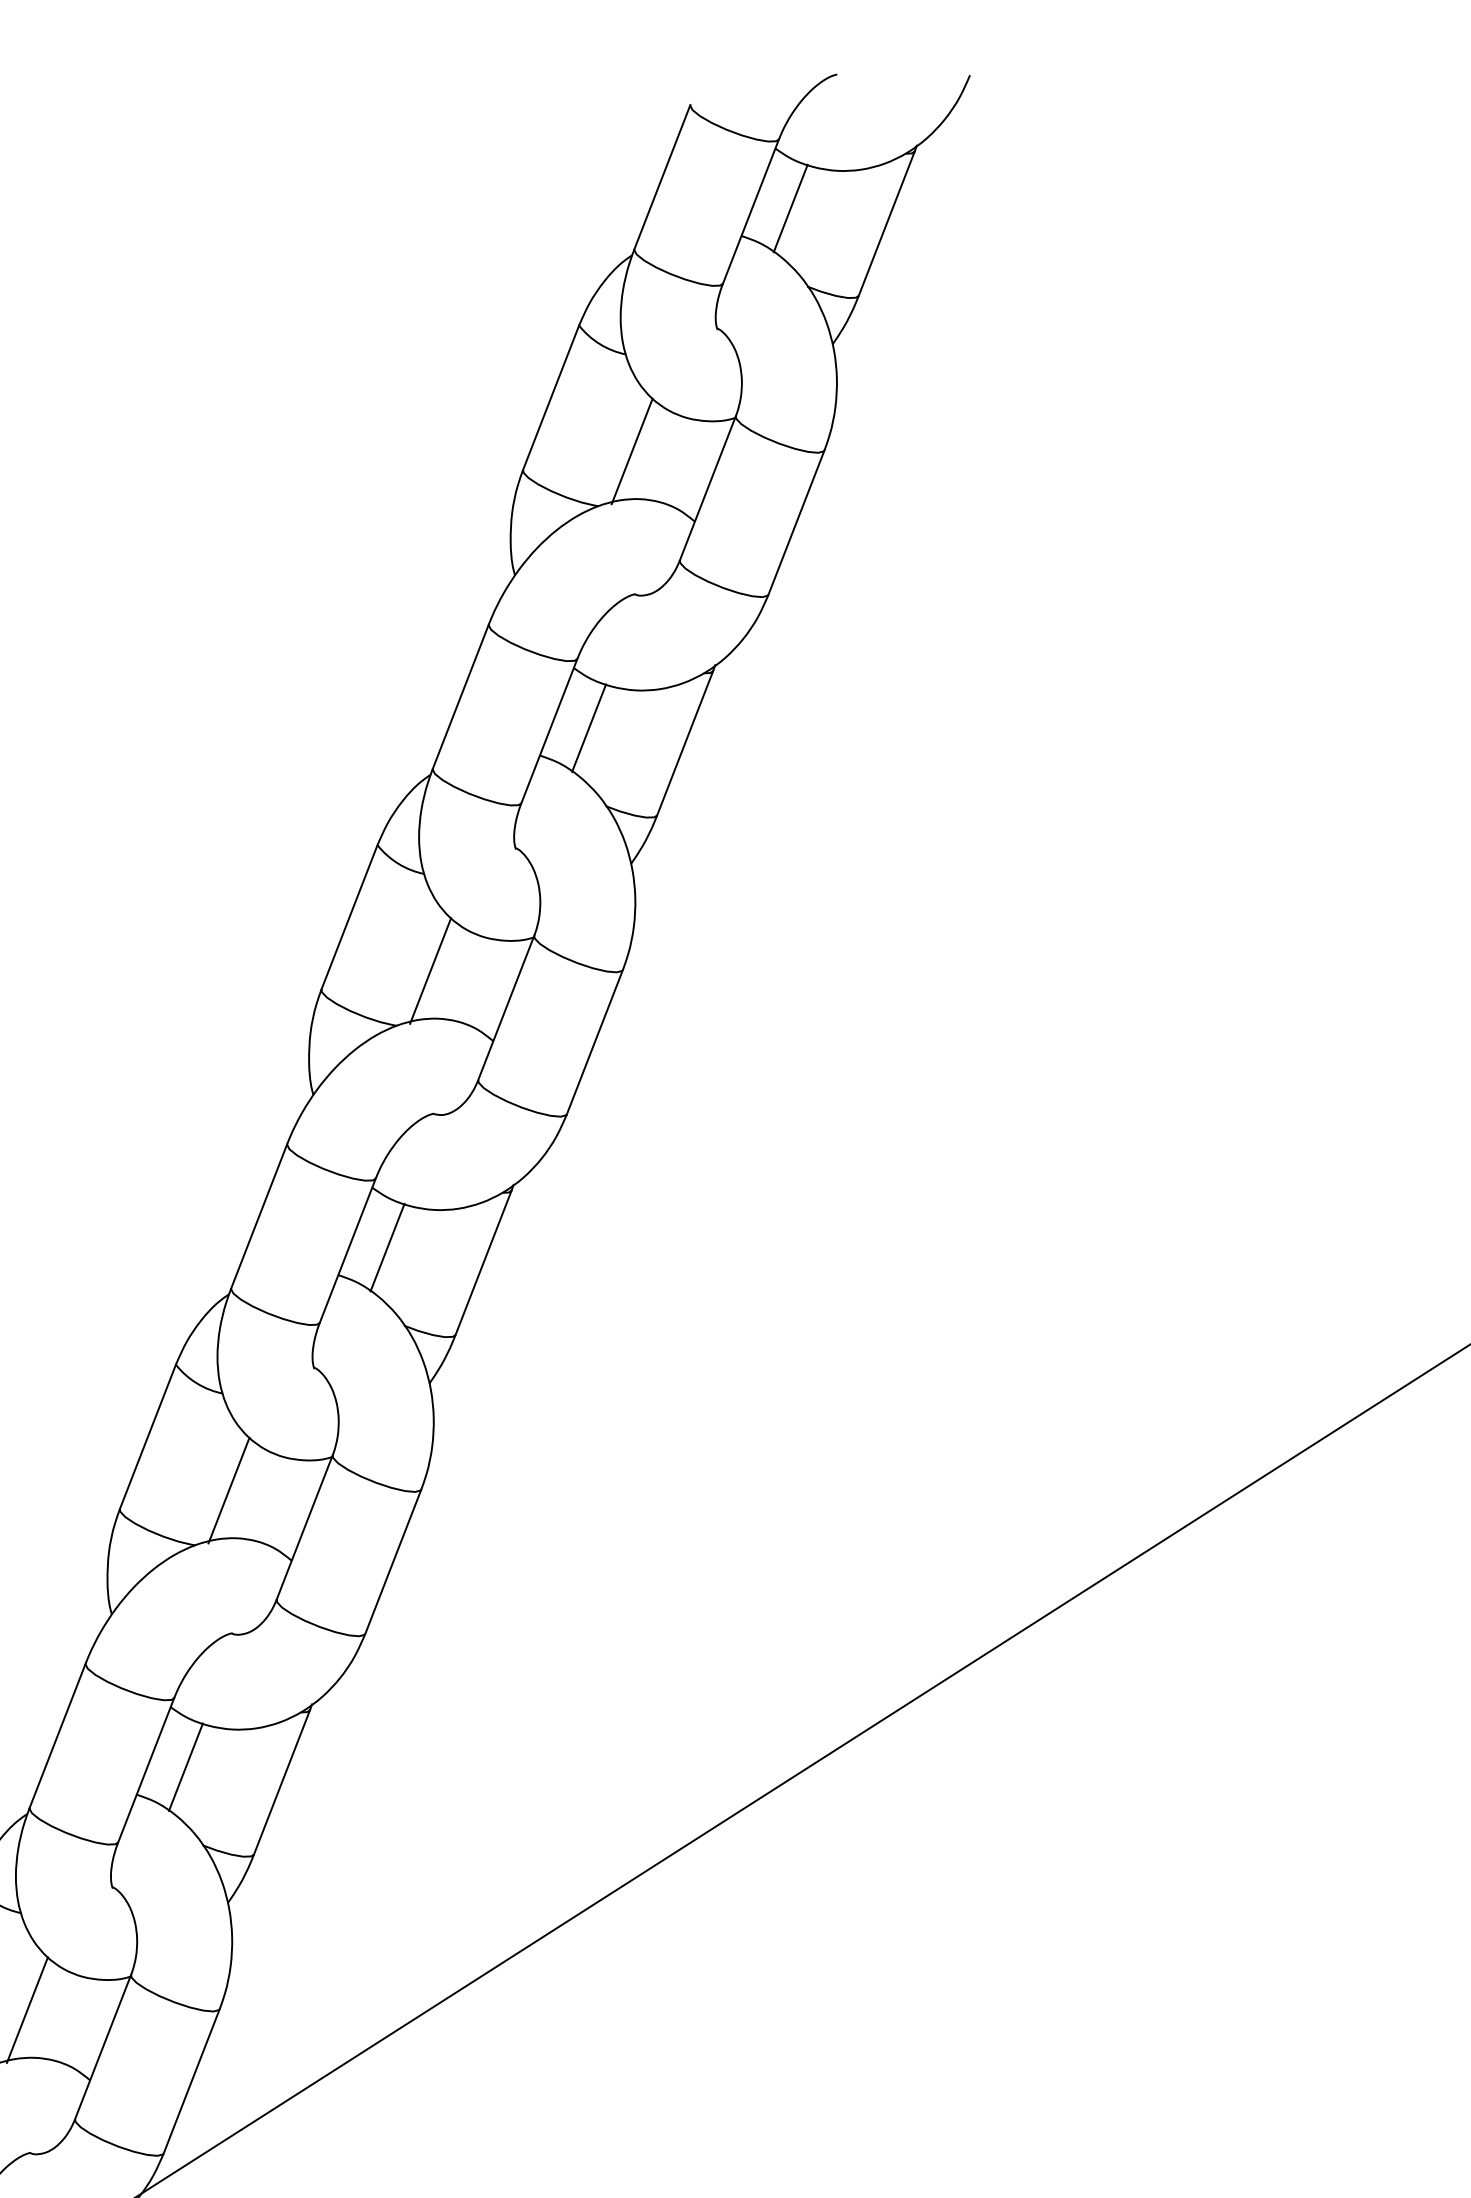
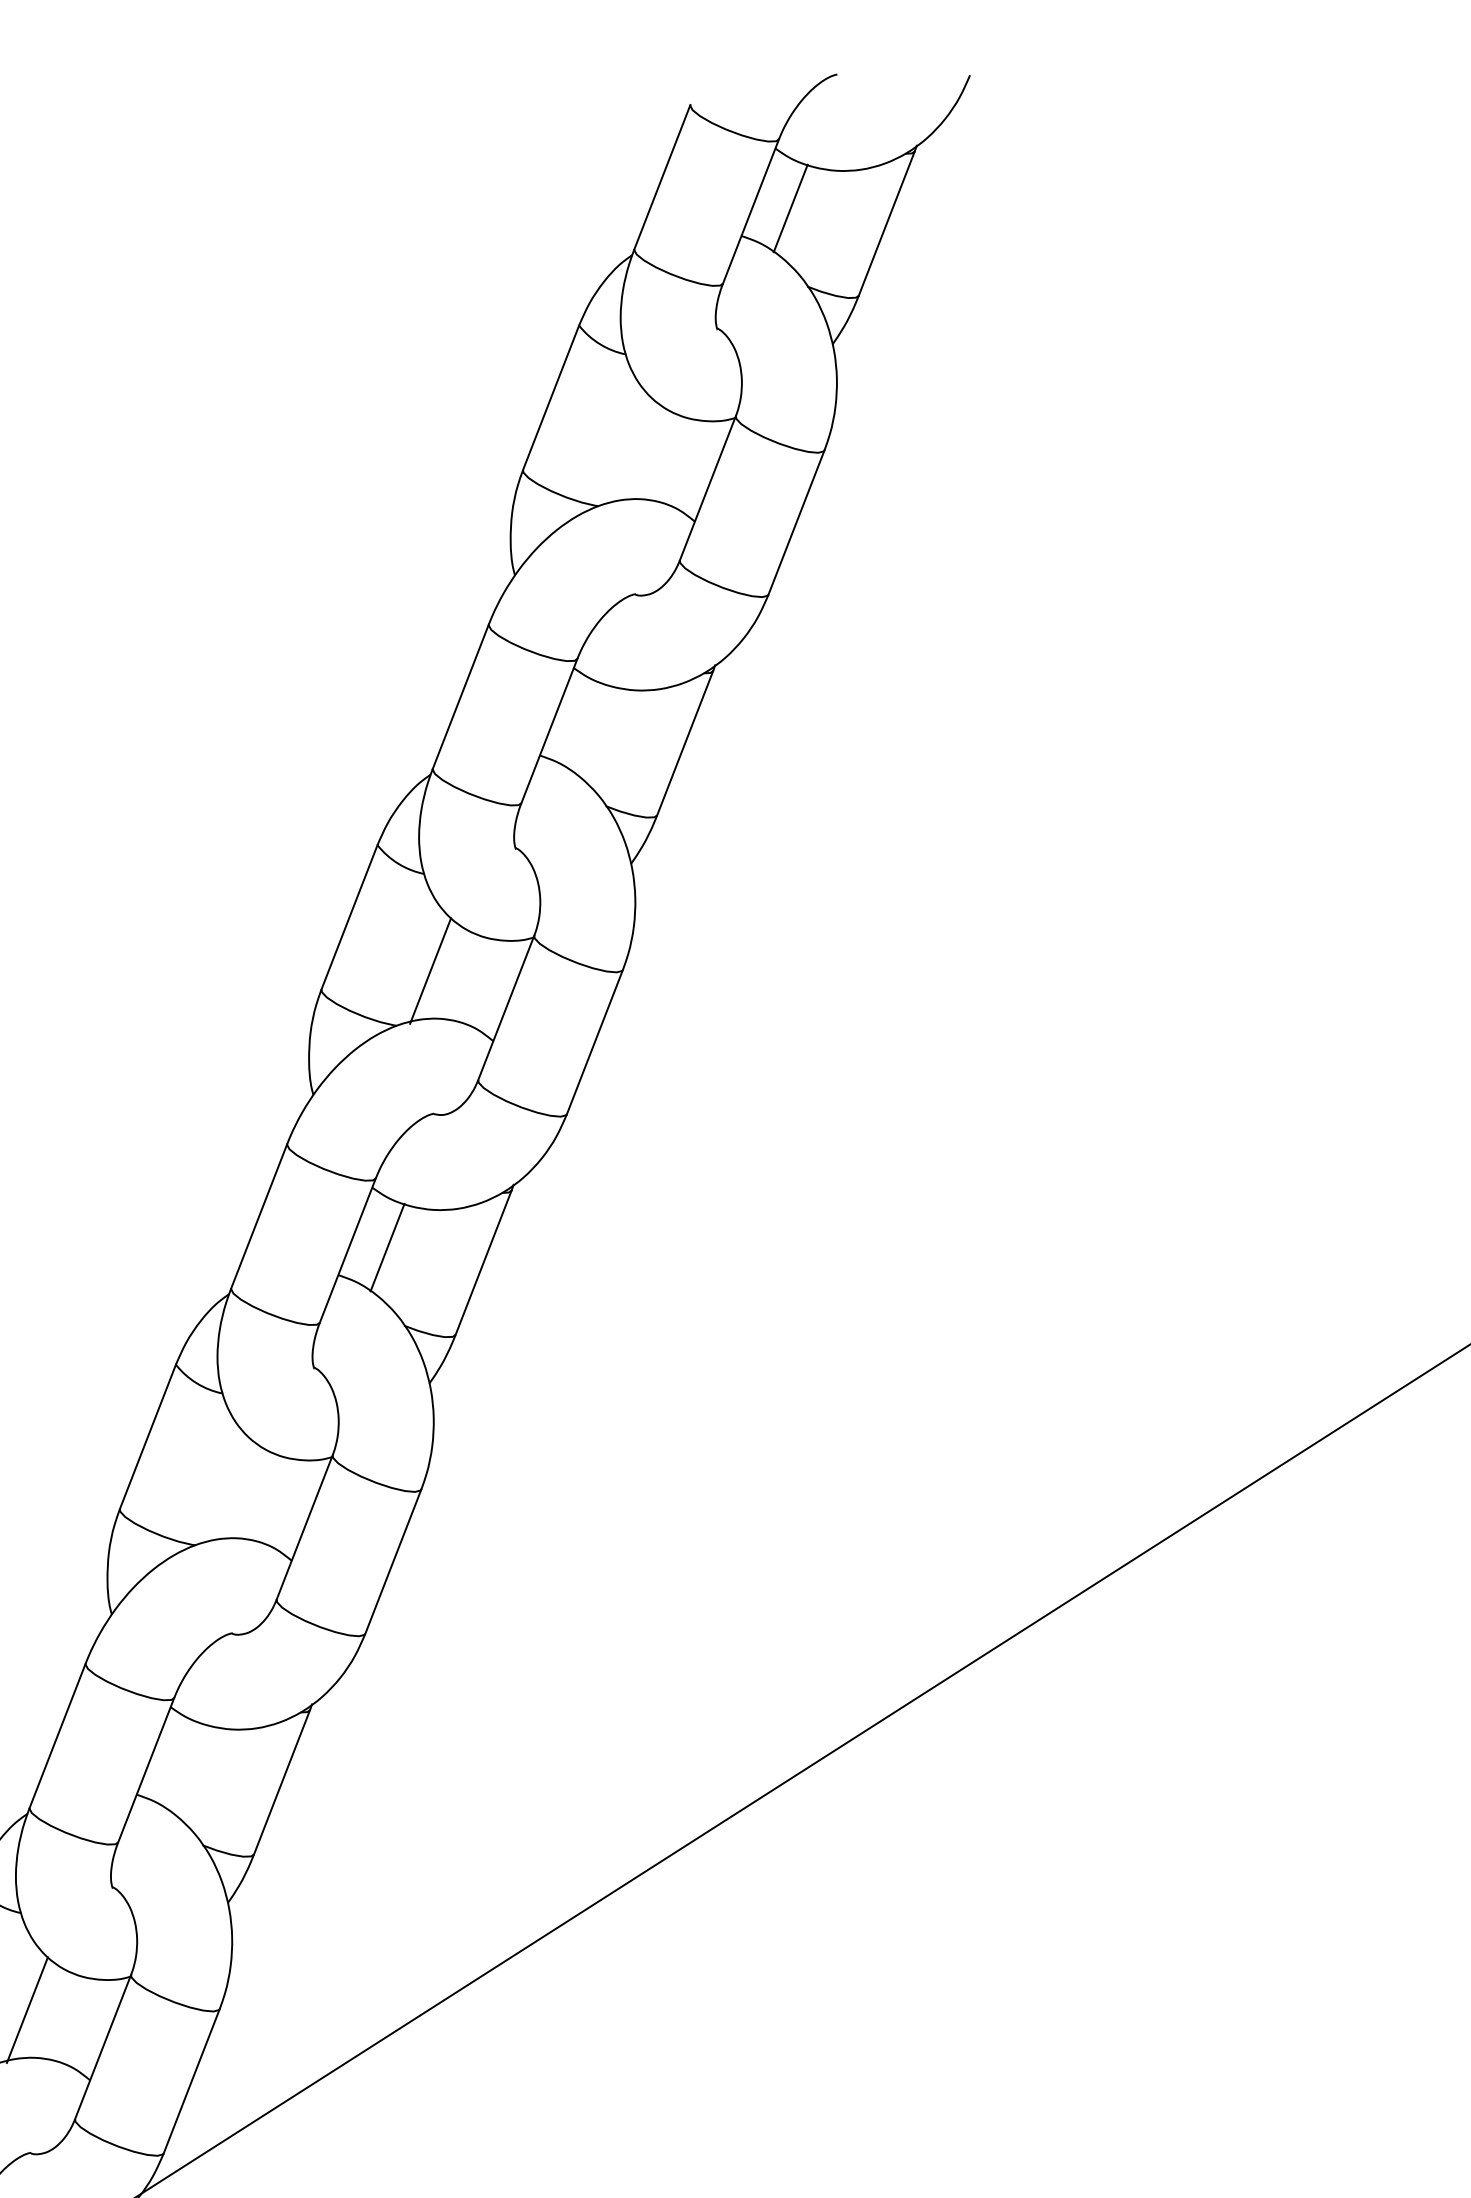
line at (631, 451): present -> none
line at (589, 727): present -> none
line at (228, 1490): present -> none
line at (185, 1766): present -> none
